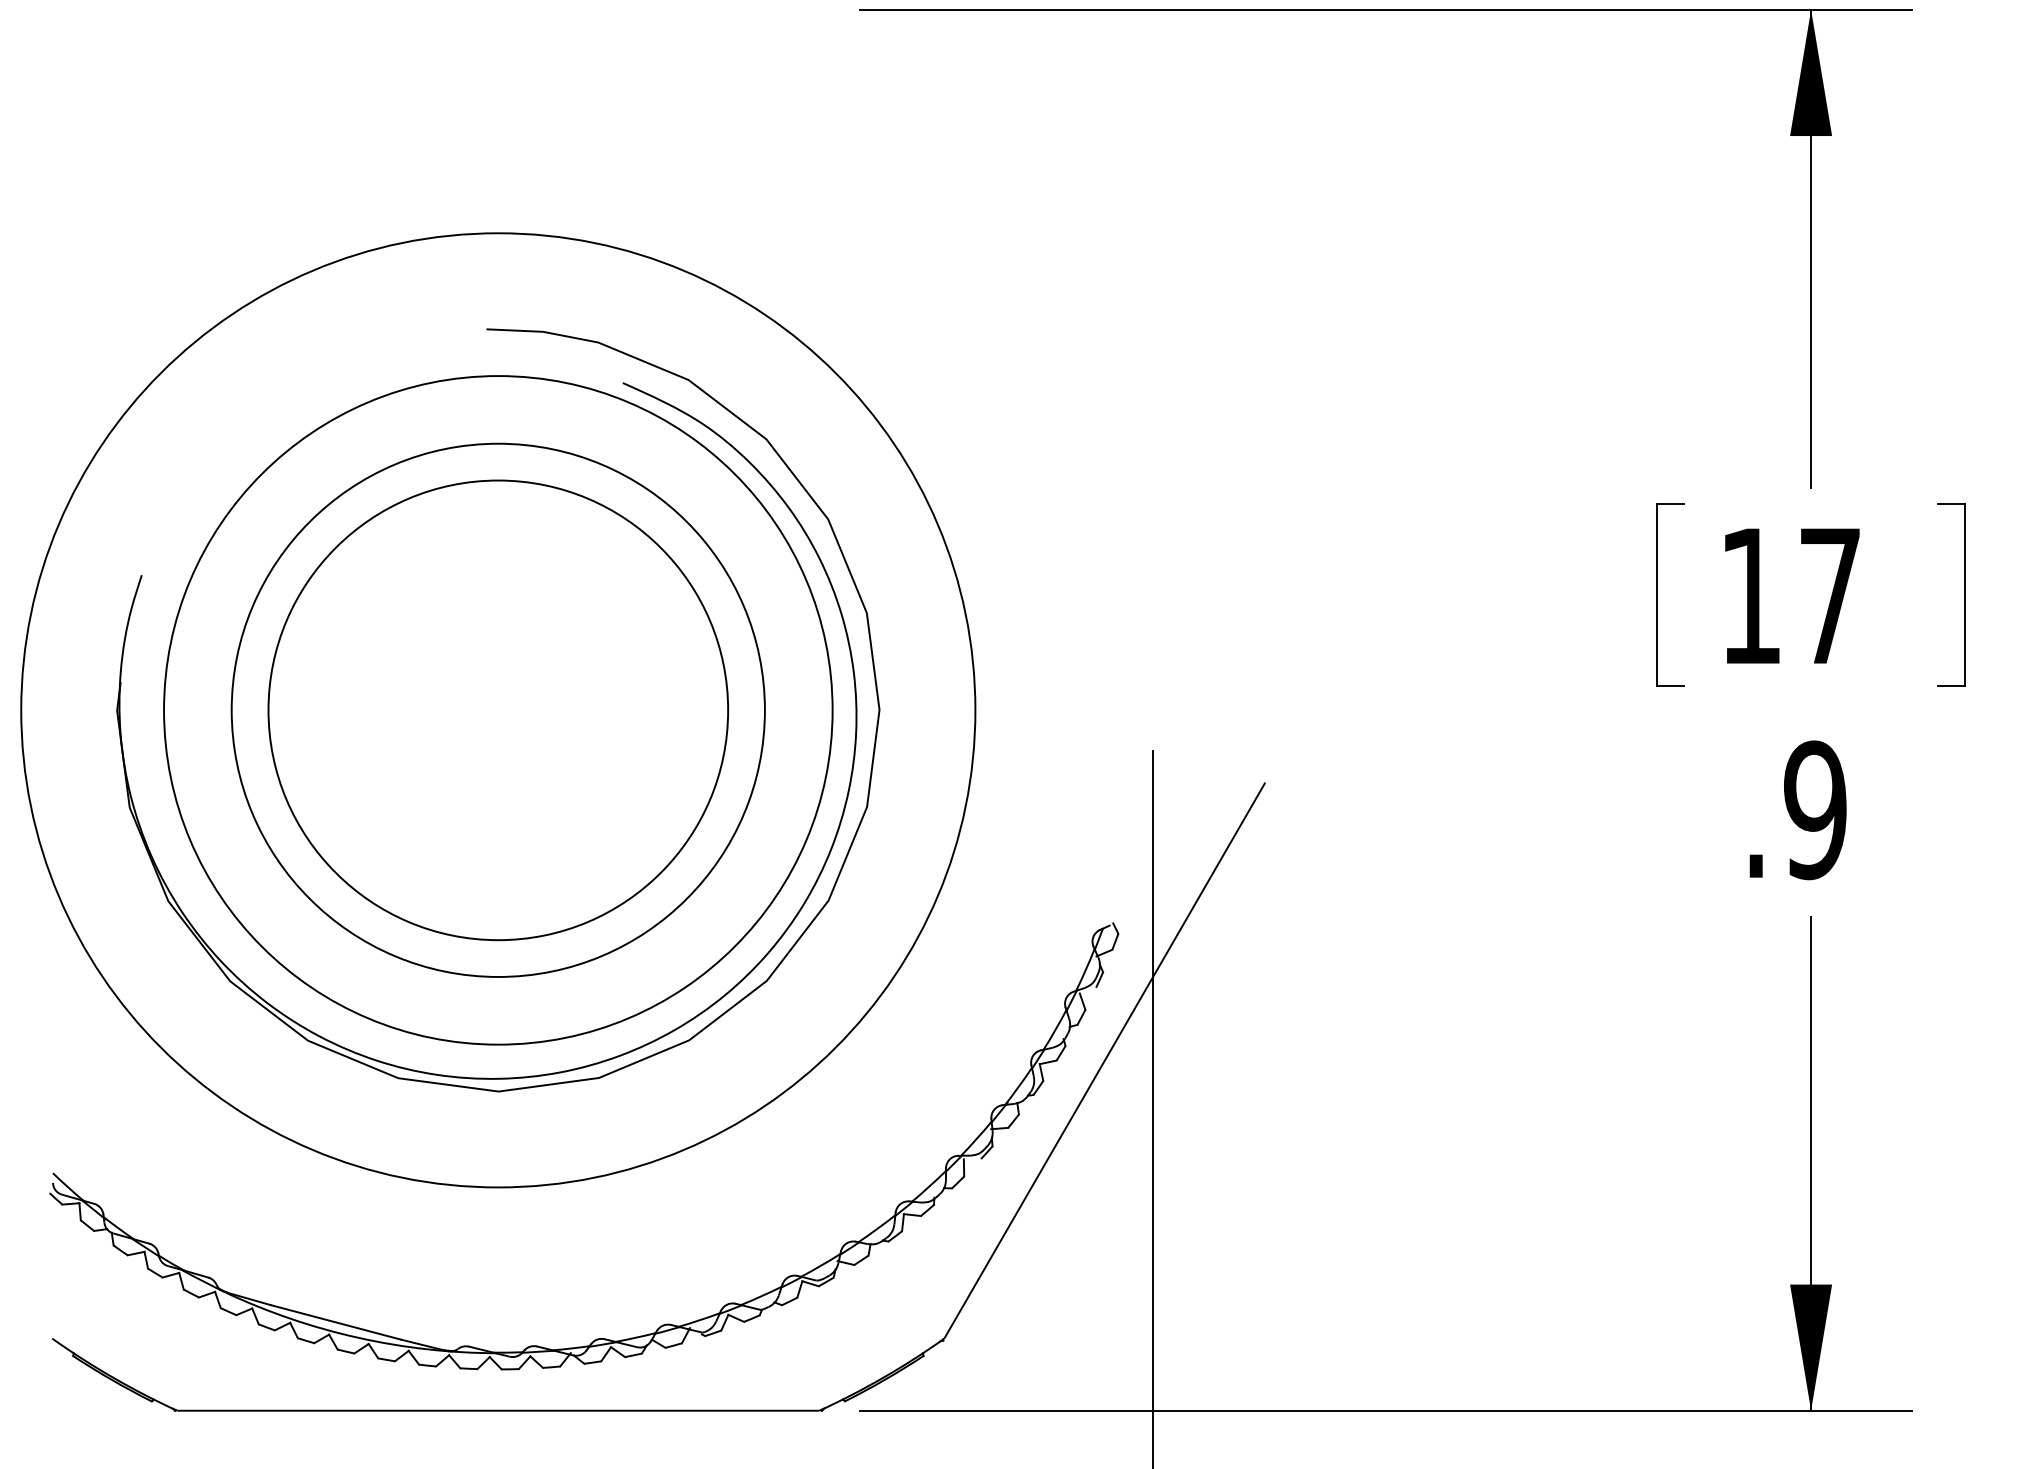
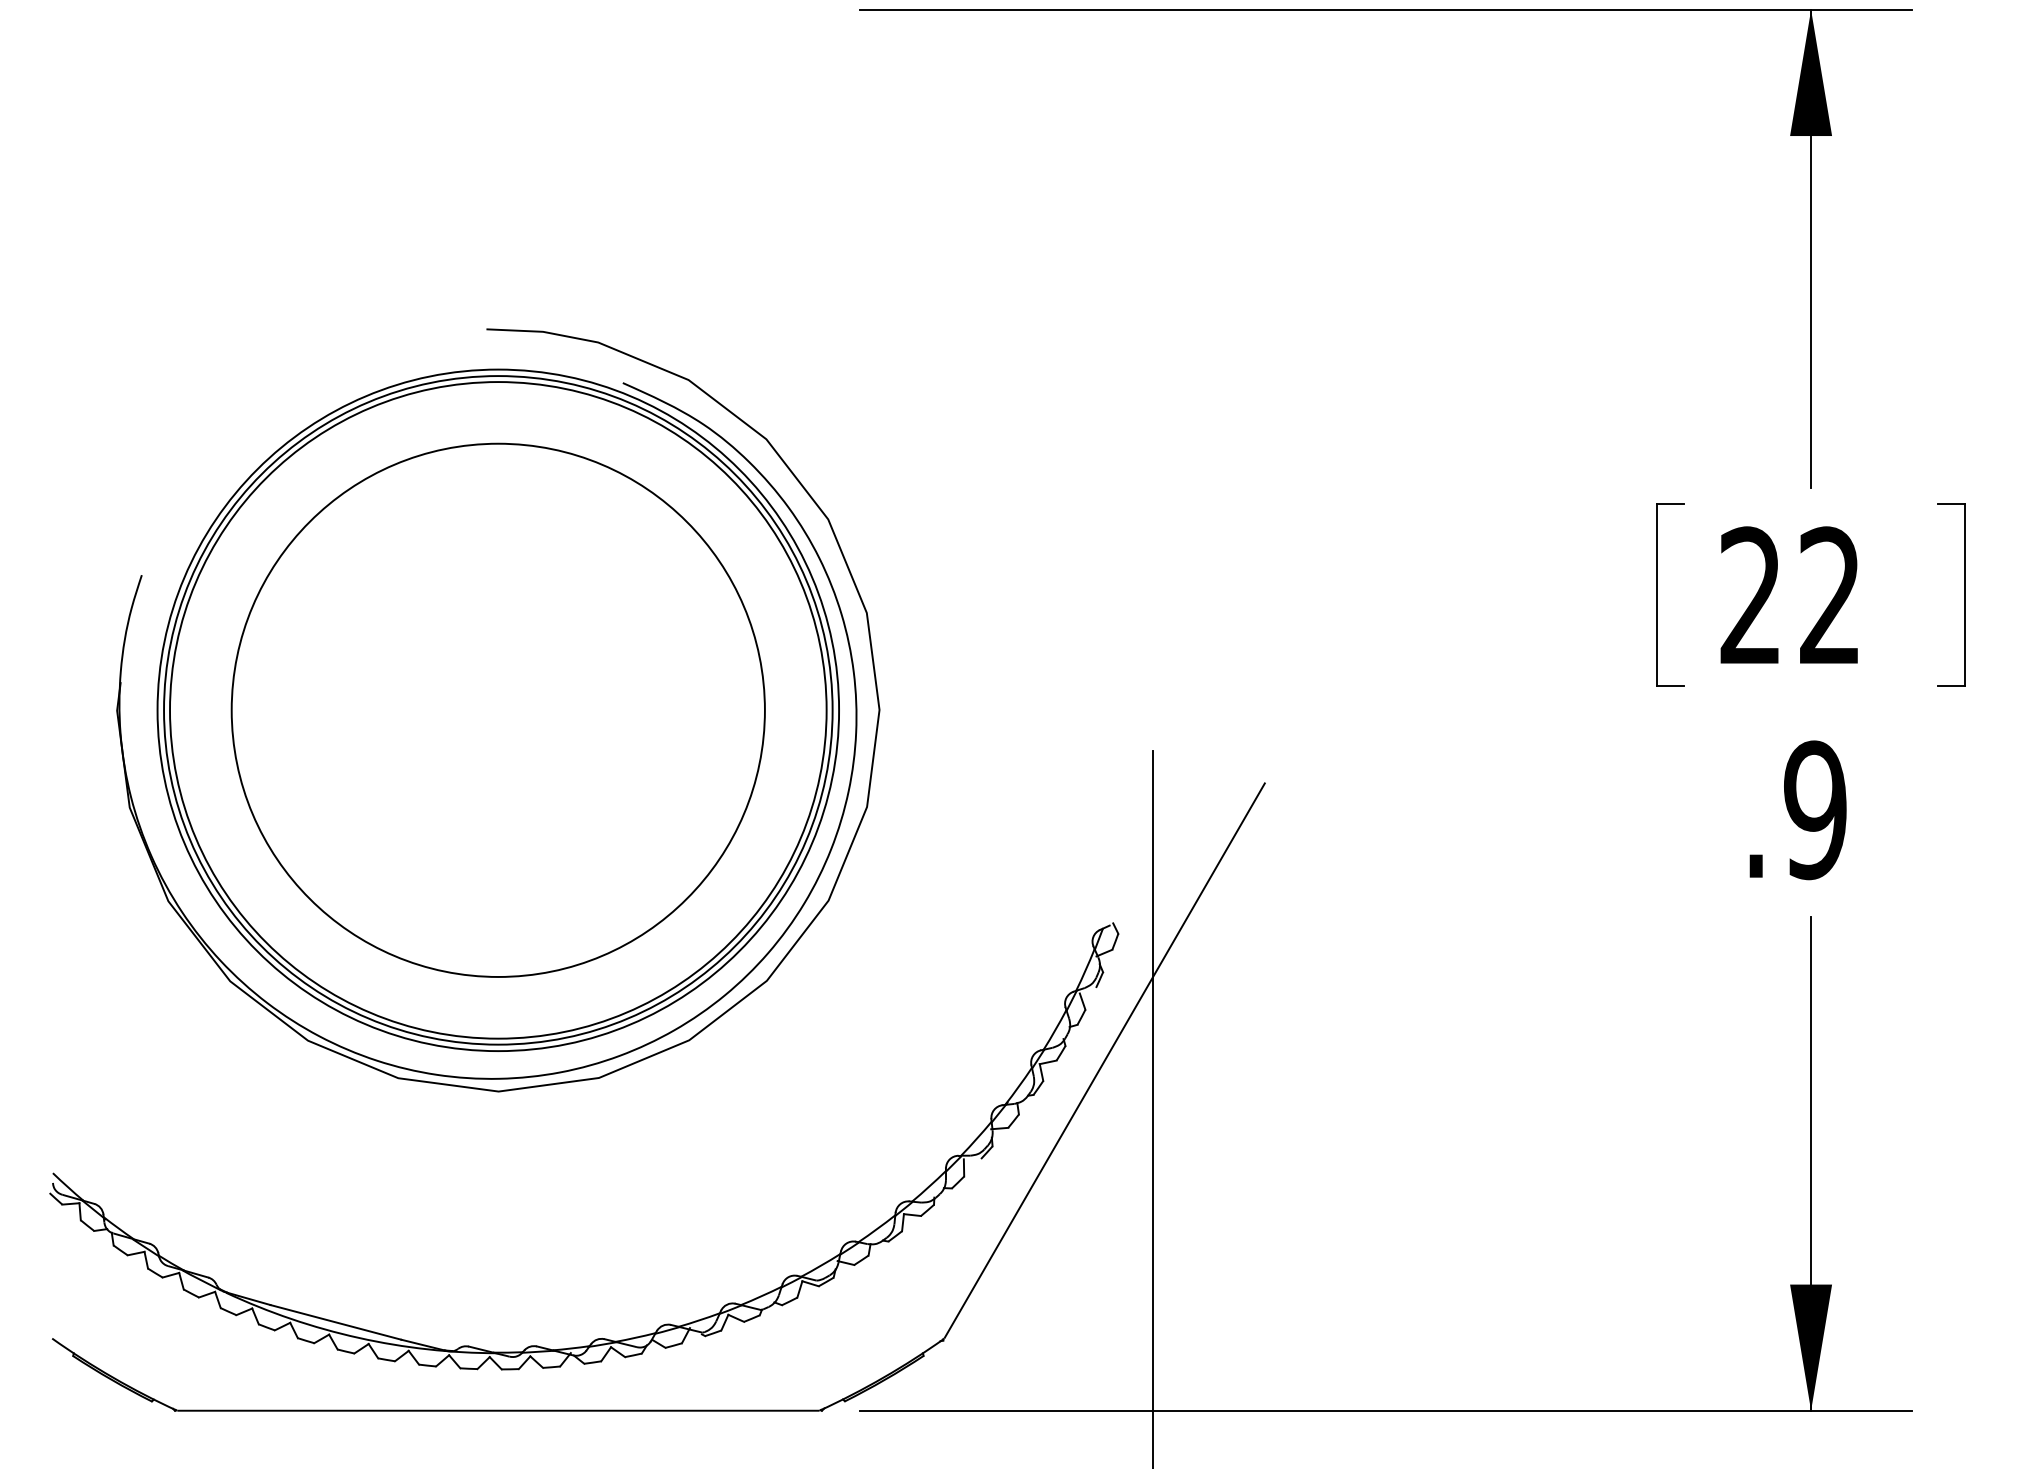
text at (1789, 594): 17 -> 22
circle at (498, 710) diameter: 460 px -> 657 px
circle at (498, 710) diameter: 954 px -> 682 px
